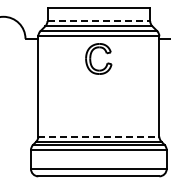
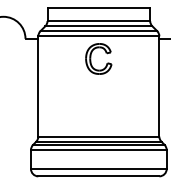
line at (99, 21): dashed -> solid
line at (98, 136): dashed -> solid
